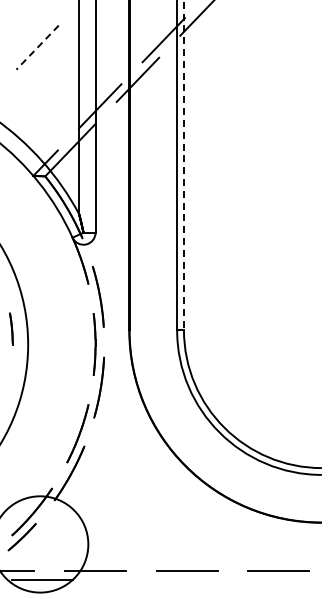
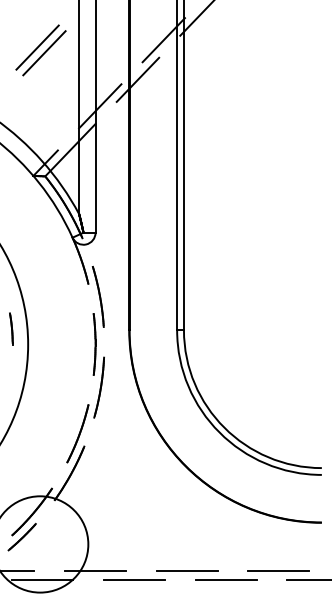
line at (37, 47): dashed -> solid
line at (44, 53): none -> present
line at (183, 165): dashed -> solid
line at (134, 579): none -> present
line at (225, 579): none -> present
line at (307, 579): none -> present
